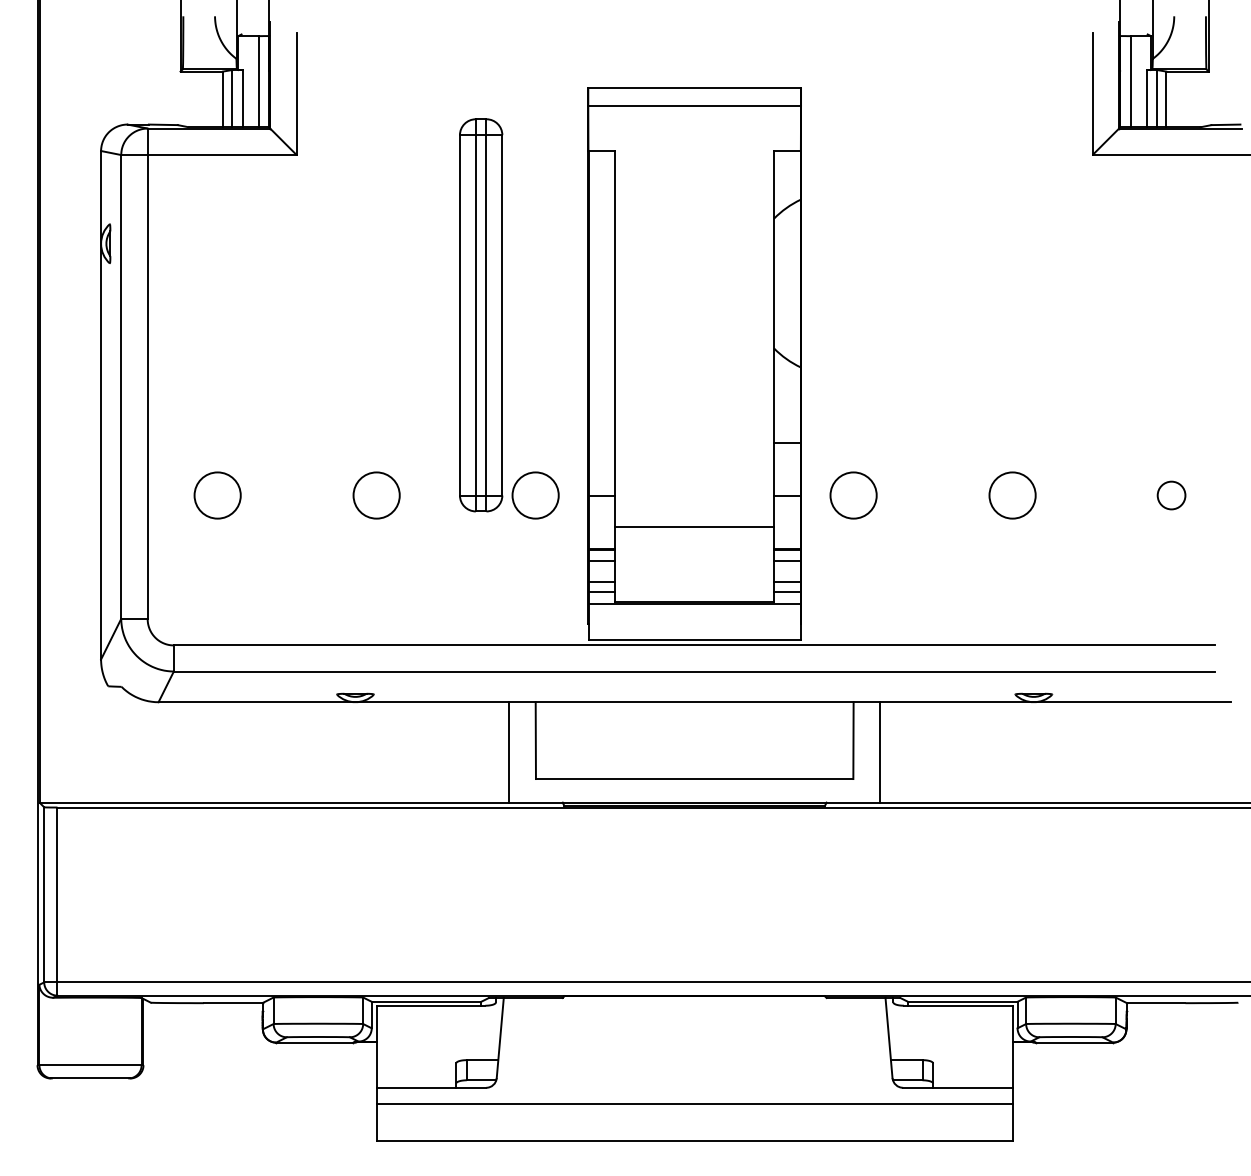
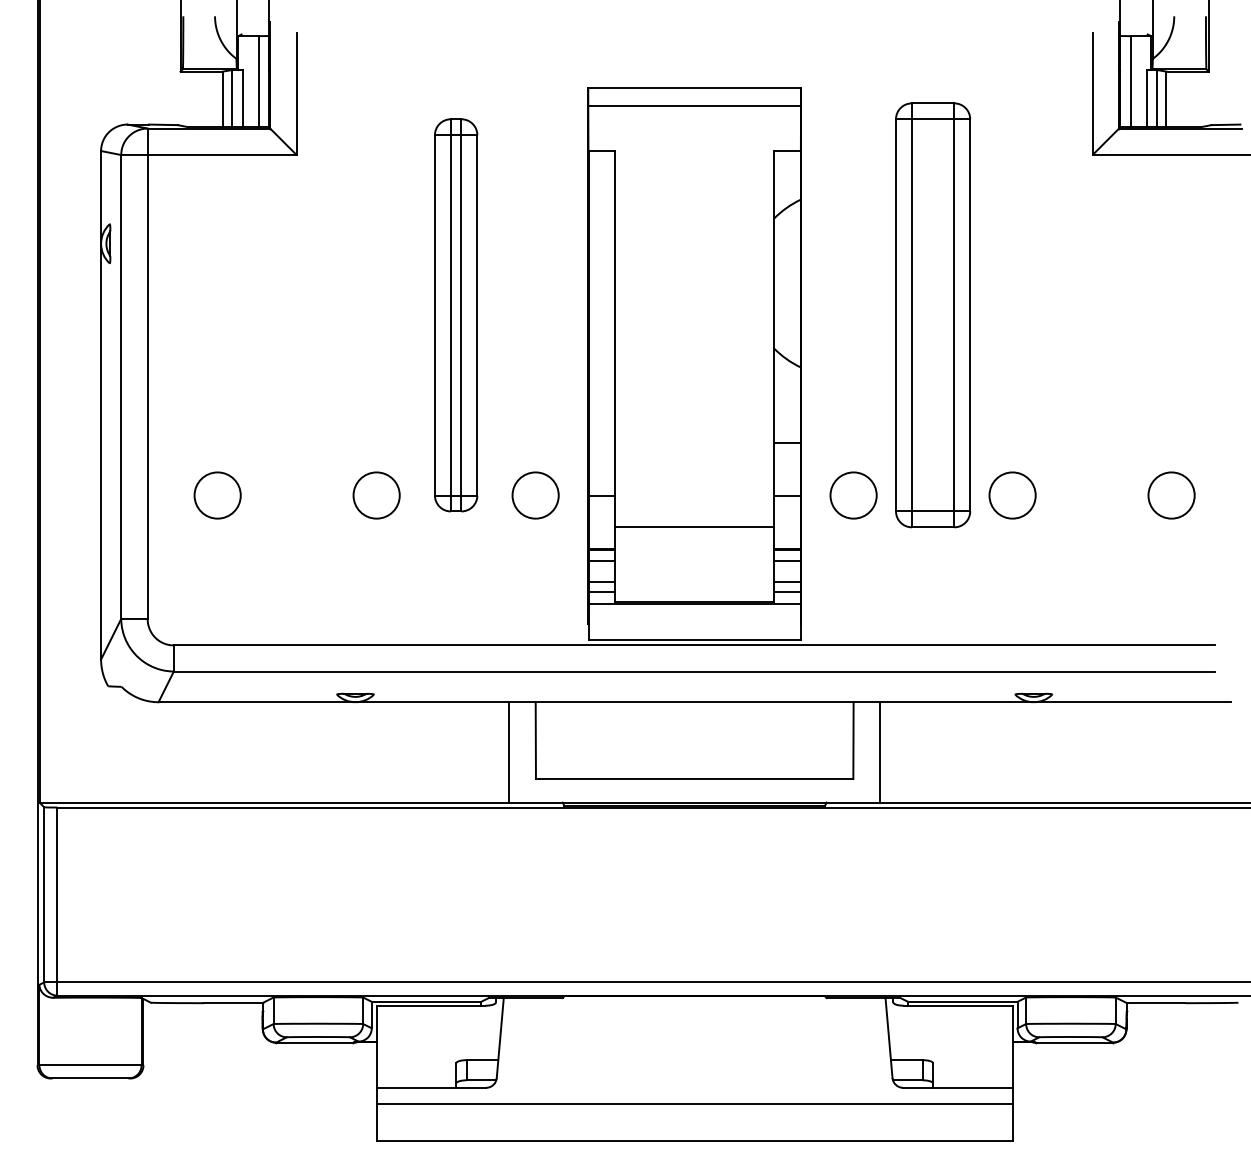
part at (481, 315) position: (481, 315) -> (456, 315)
part at (933, 315): none -> present
circle at (1171, 495) diameter: 28 px -> 46 px
